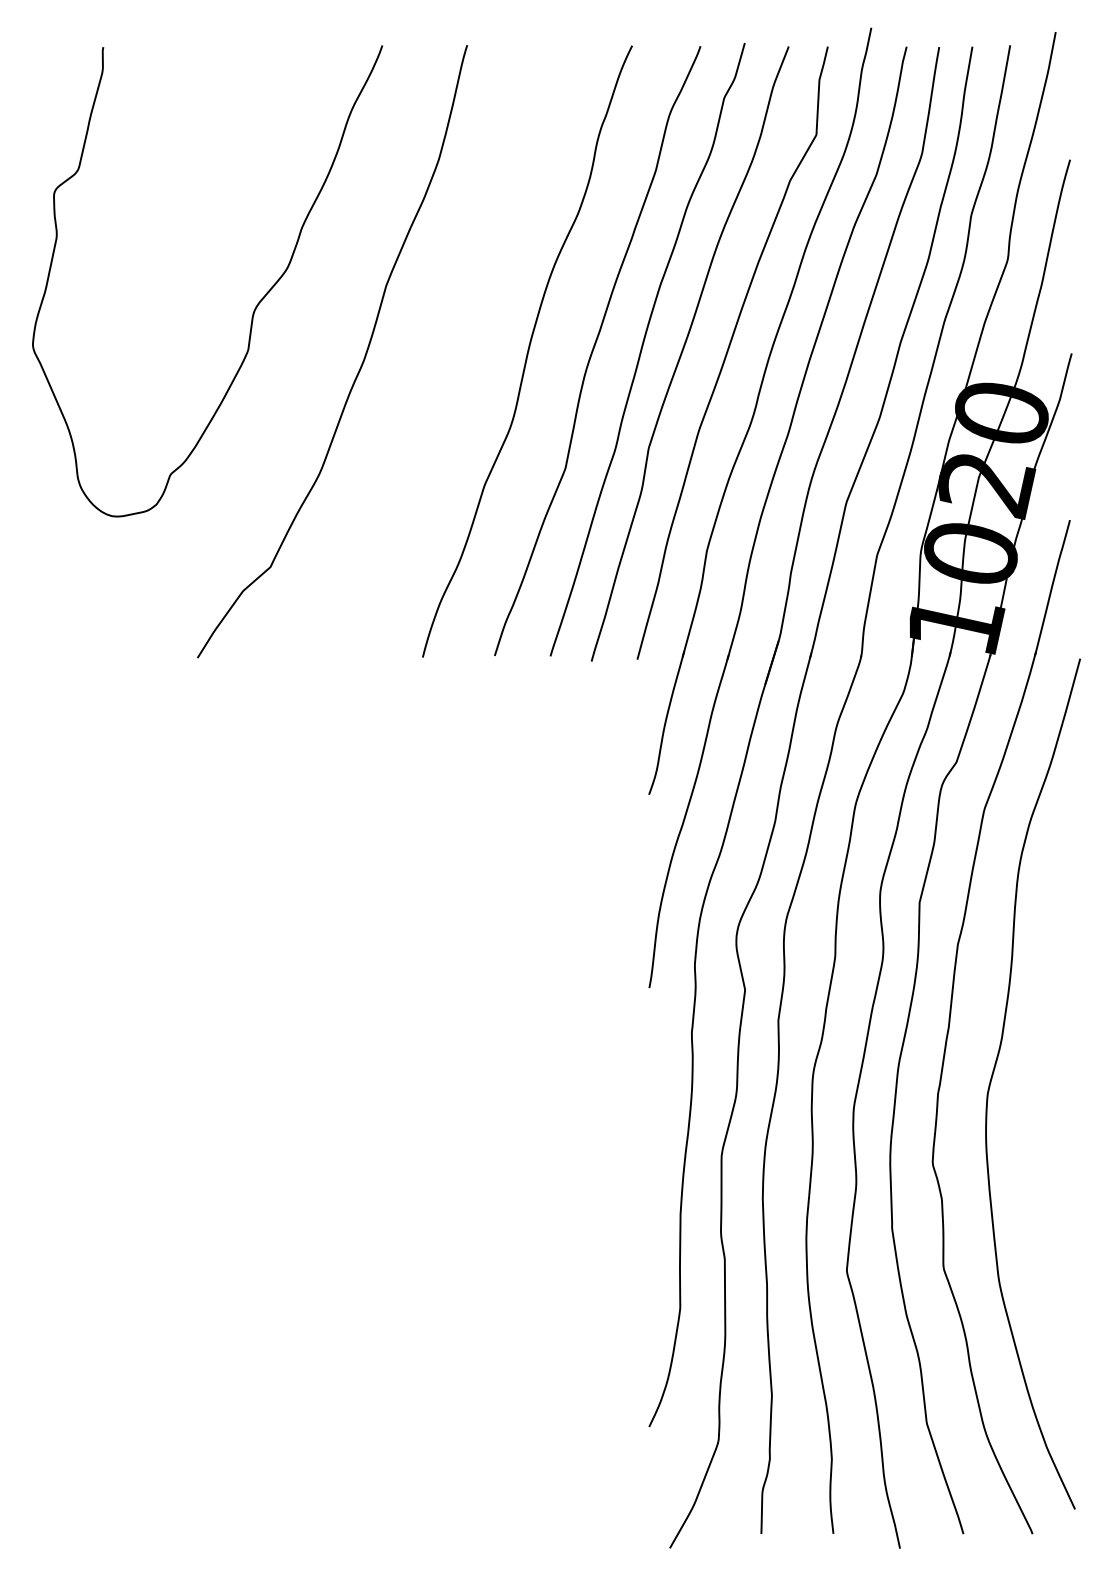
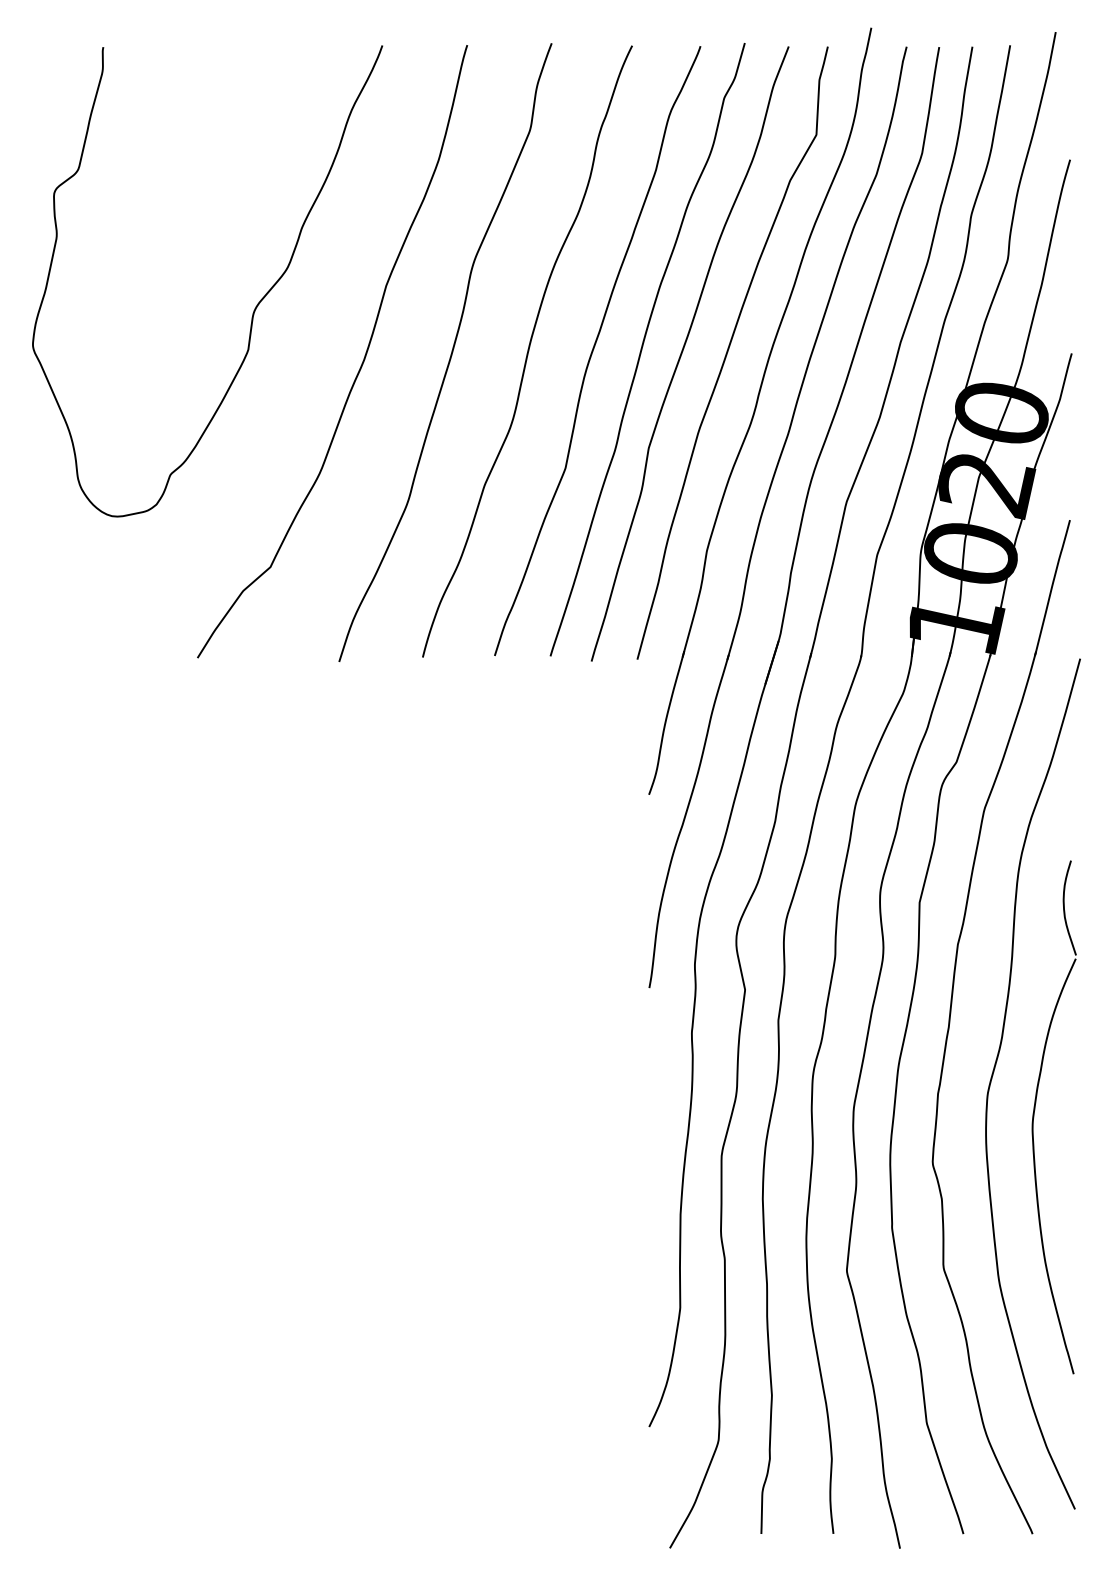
curve at (450, 354): none -> present
part at (1034, 1117): none -> present
